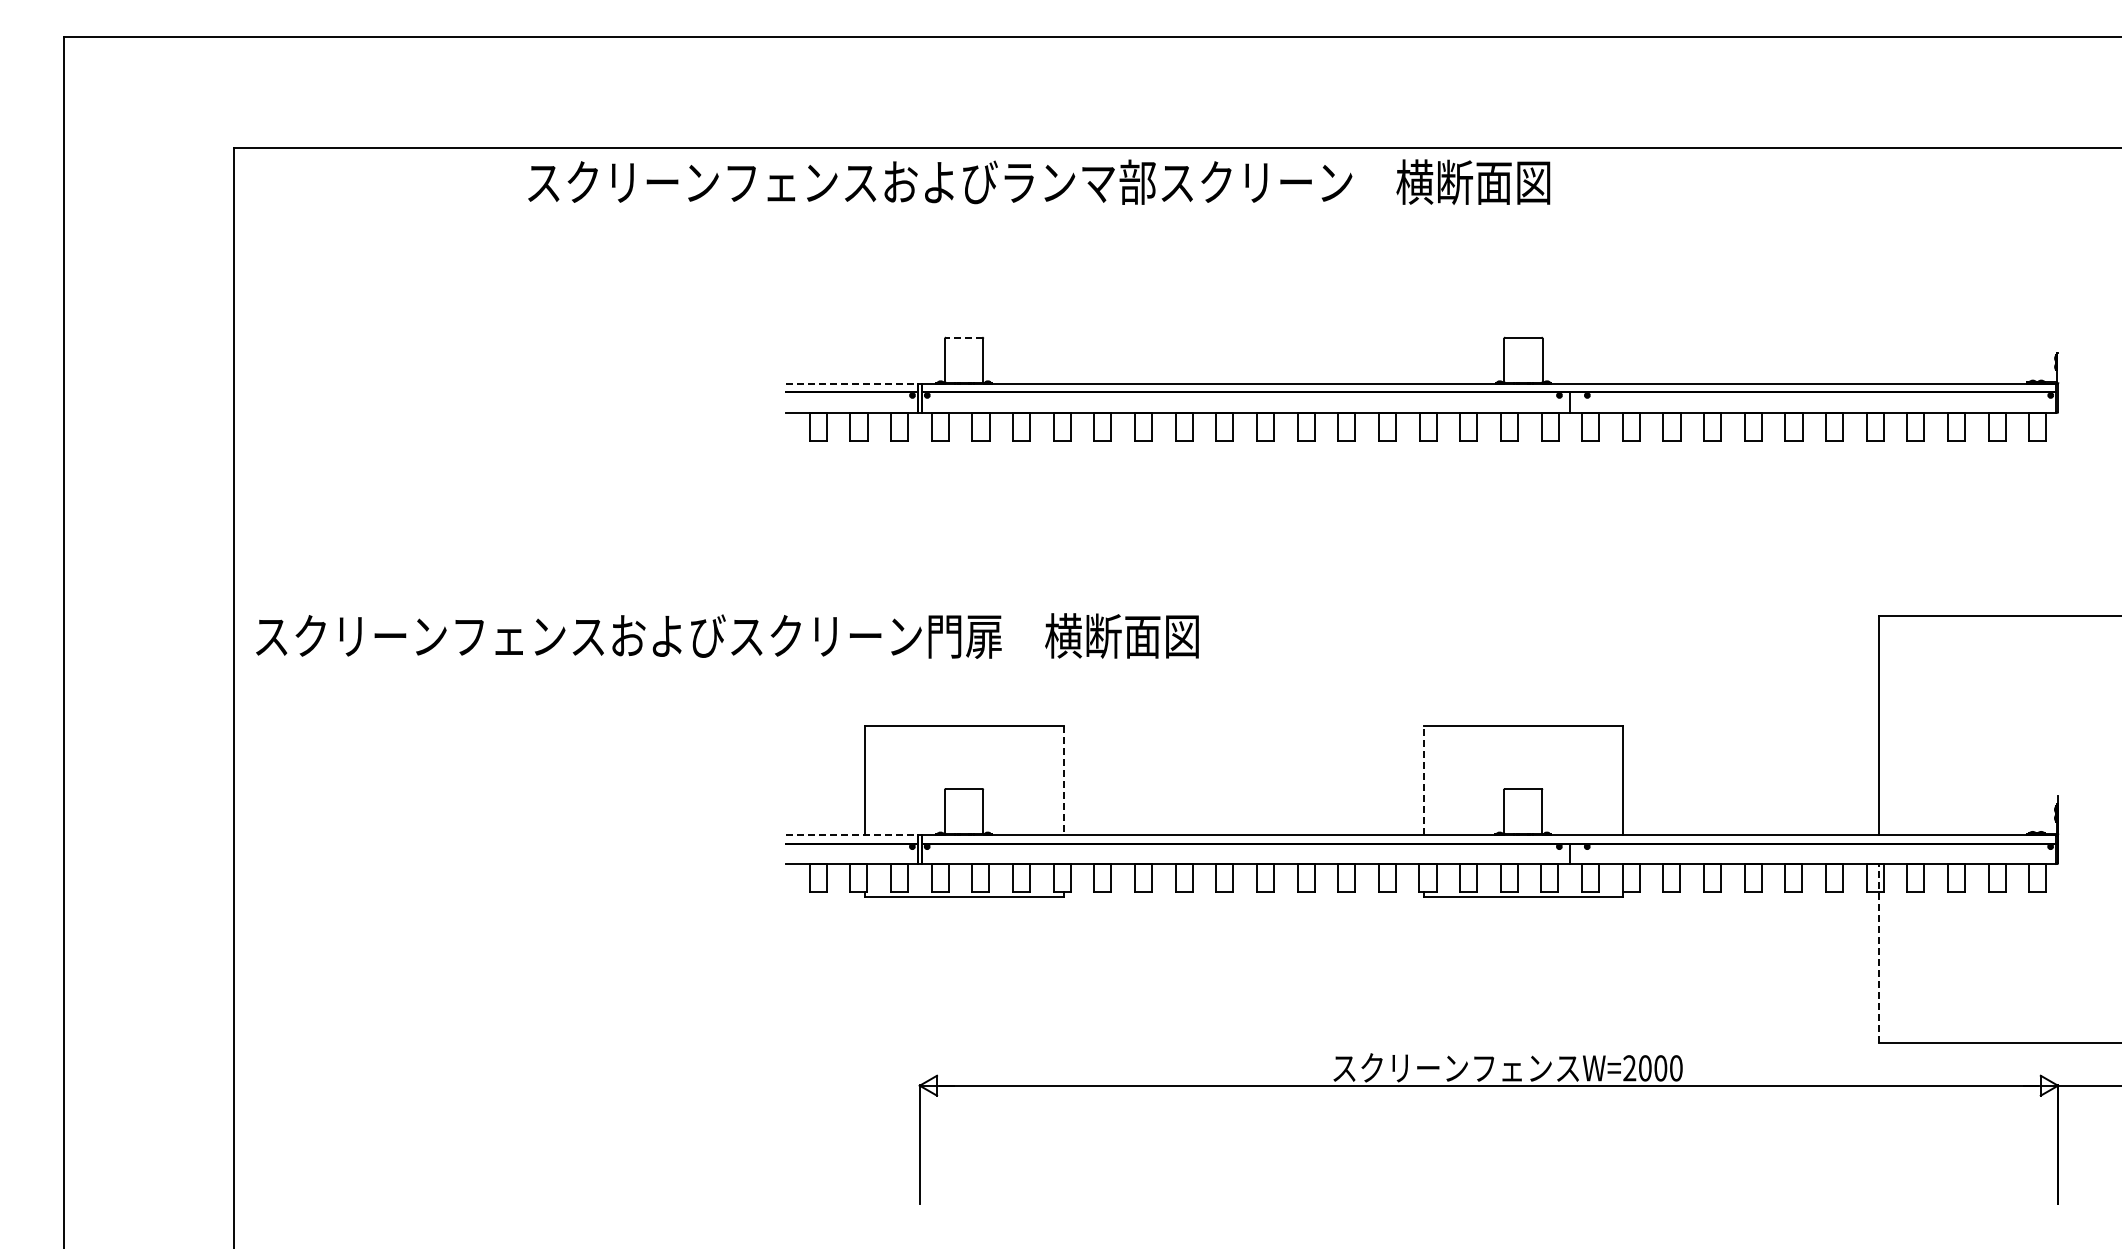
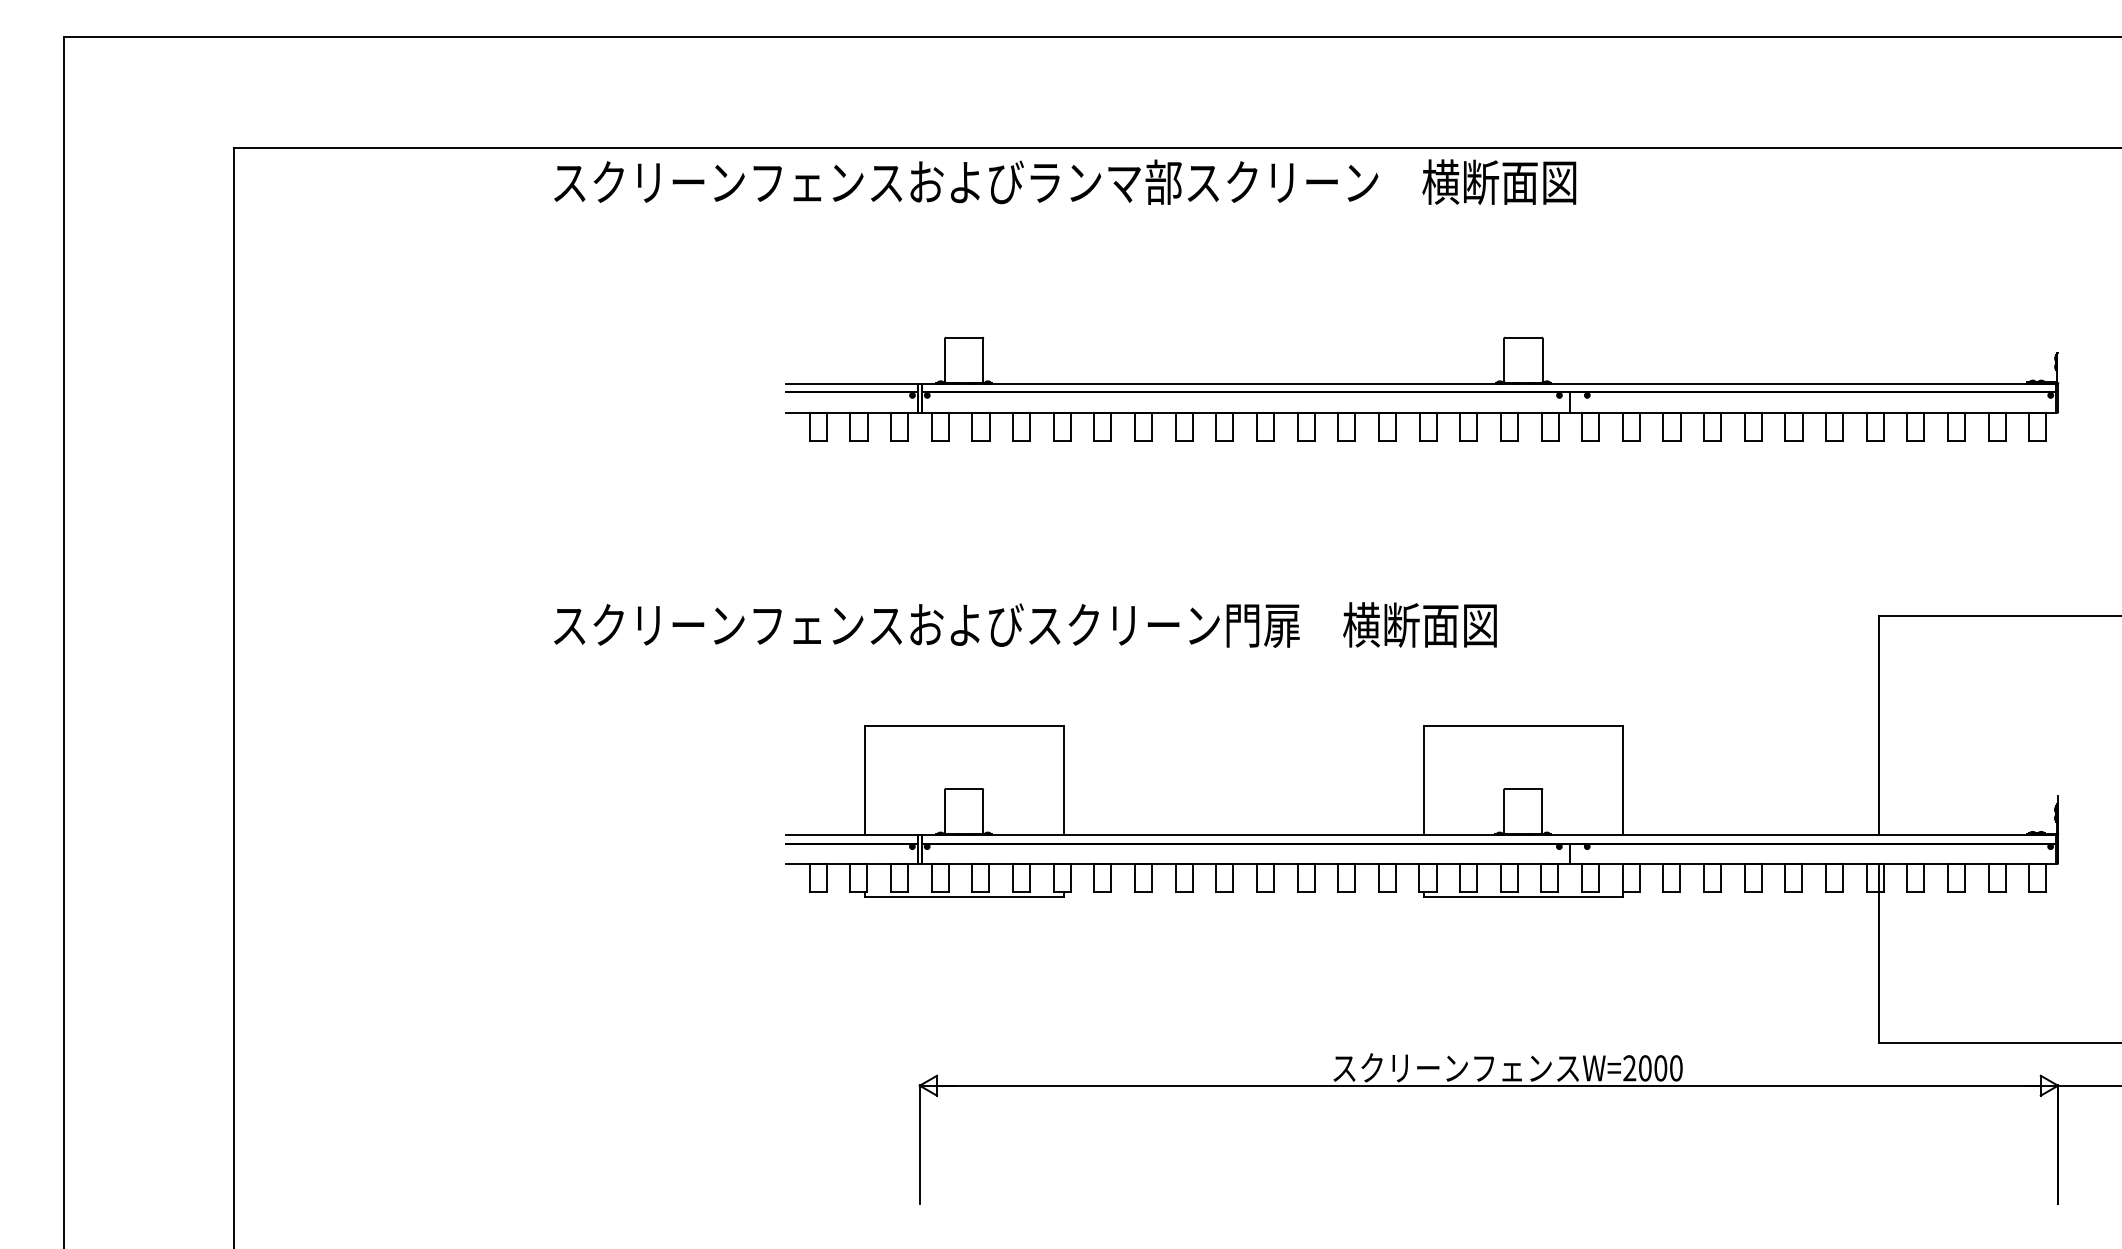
text at (1039, 181) position: (1039, 181) -> (1065, 181)
line at (963, 337): dashed -> solid
line at (852, 384): dashed -> solid
text at (727, 635) position: (727, 635) -> (1025, 624)
line at (1063, 780): dashed -> solid
line at (1423, 780): dashed -> solid
line at (852, 835): dashed -> solid
line at (1879, 953): dashed -> solid
